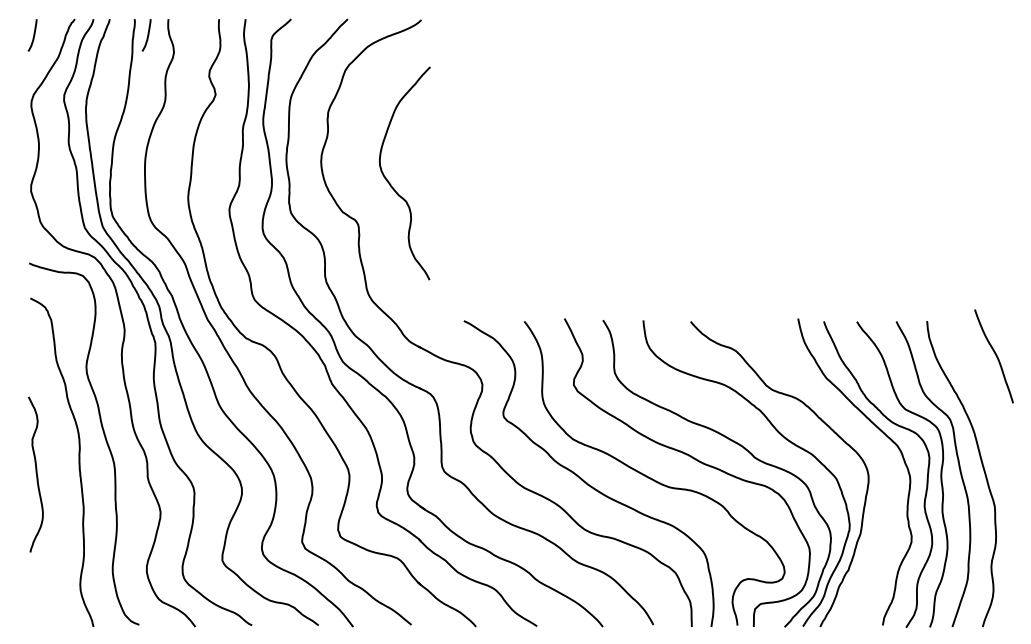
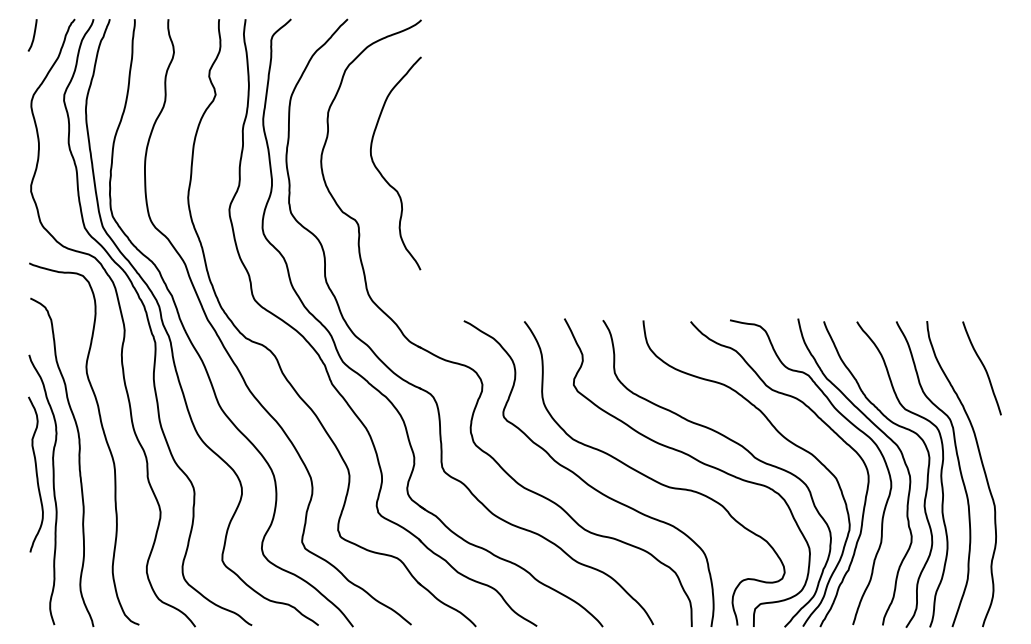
curve at (147, 35): present -> none
curve at (389, 181) position: (389, 181) -> (380, 171)
curve at (995, 355) position: (995, 355) -> (983, 367)
curve at (853, 426): none -> present
curve at (52, 485): none -> present
